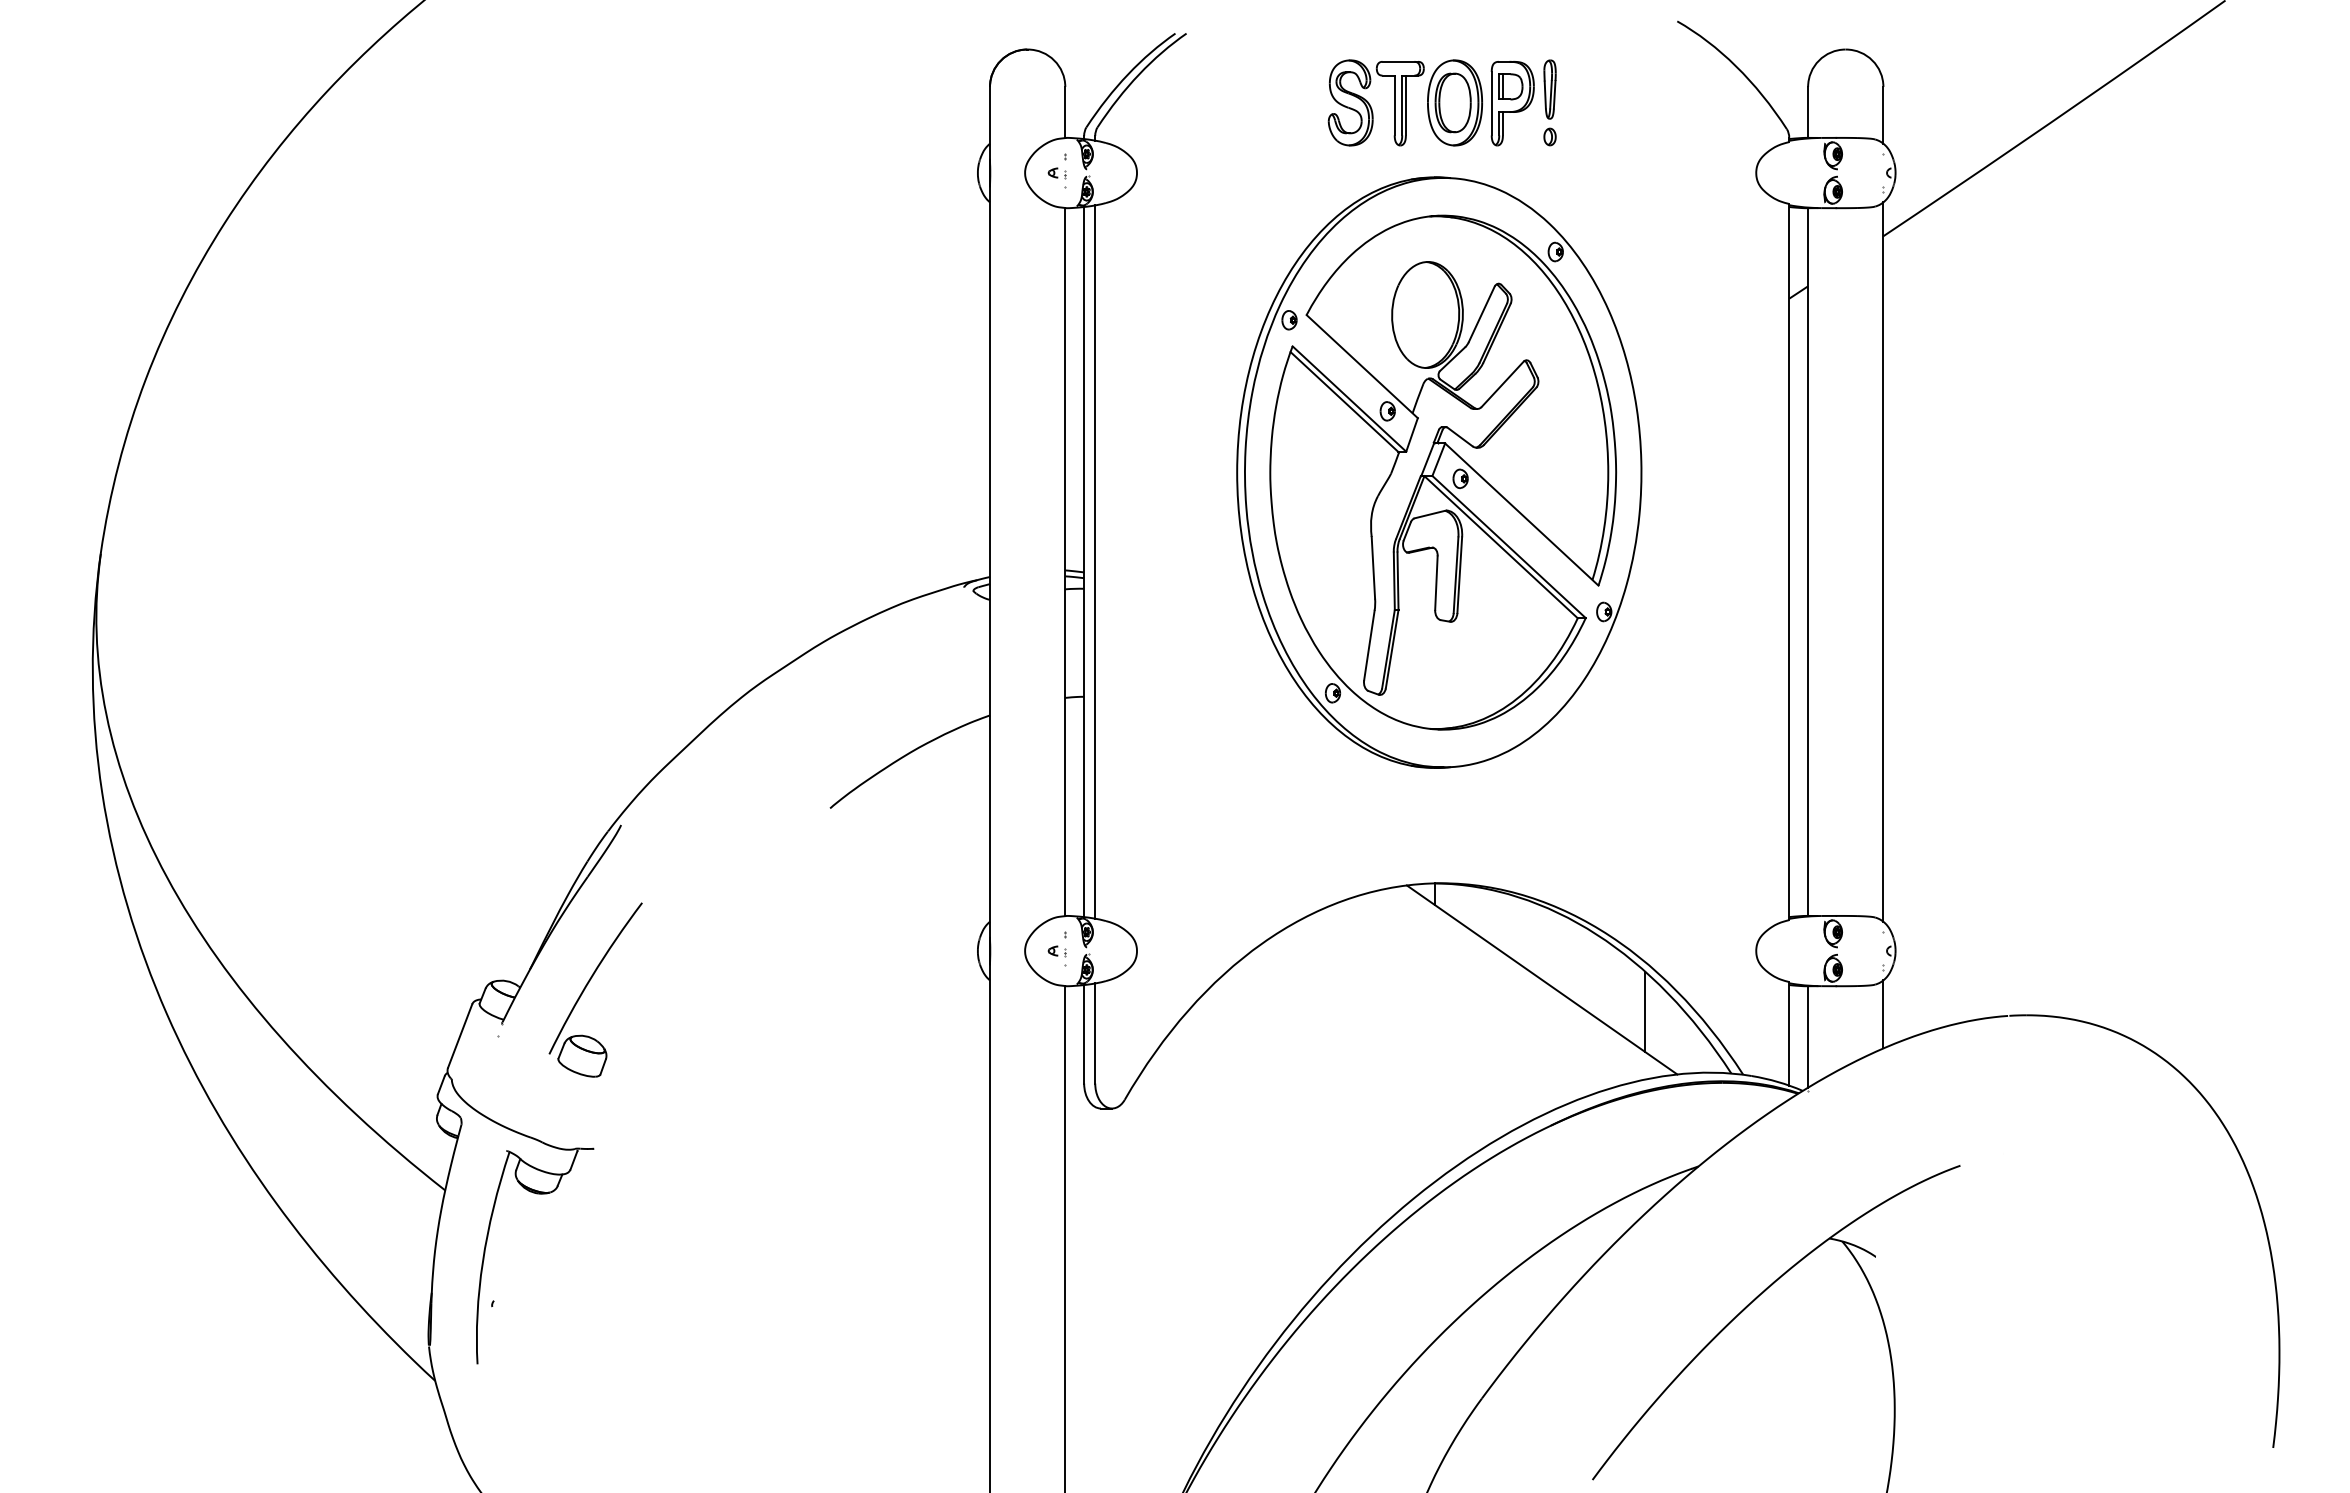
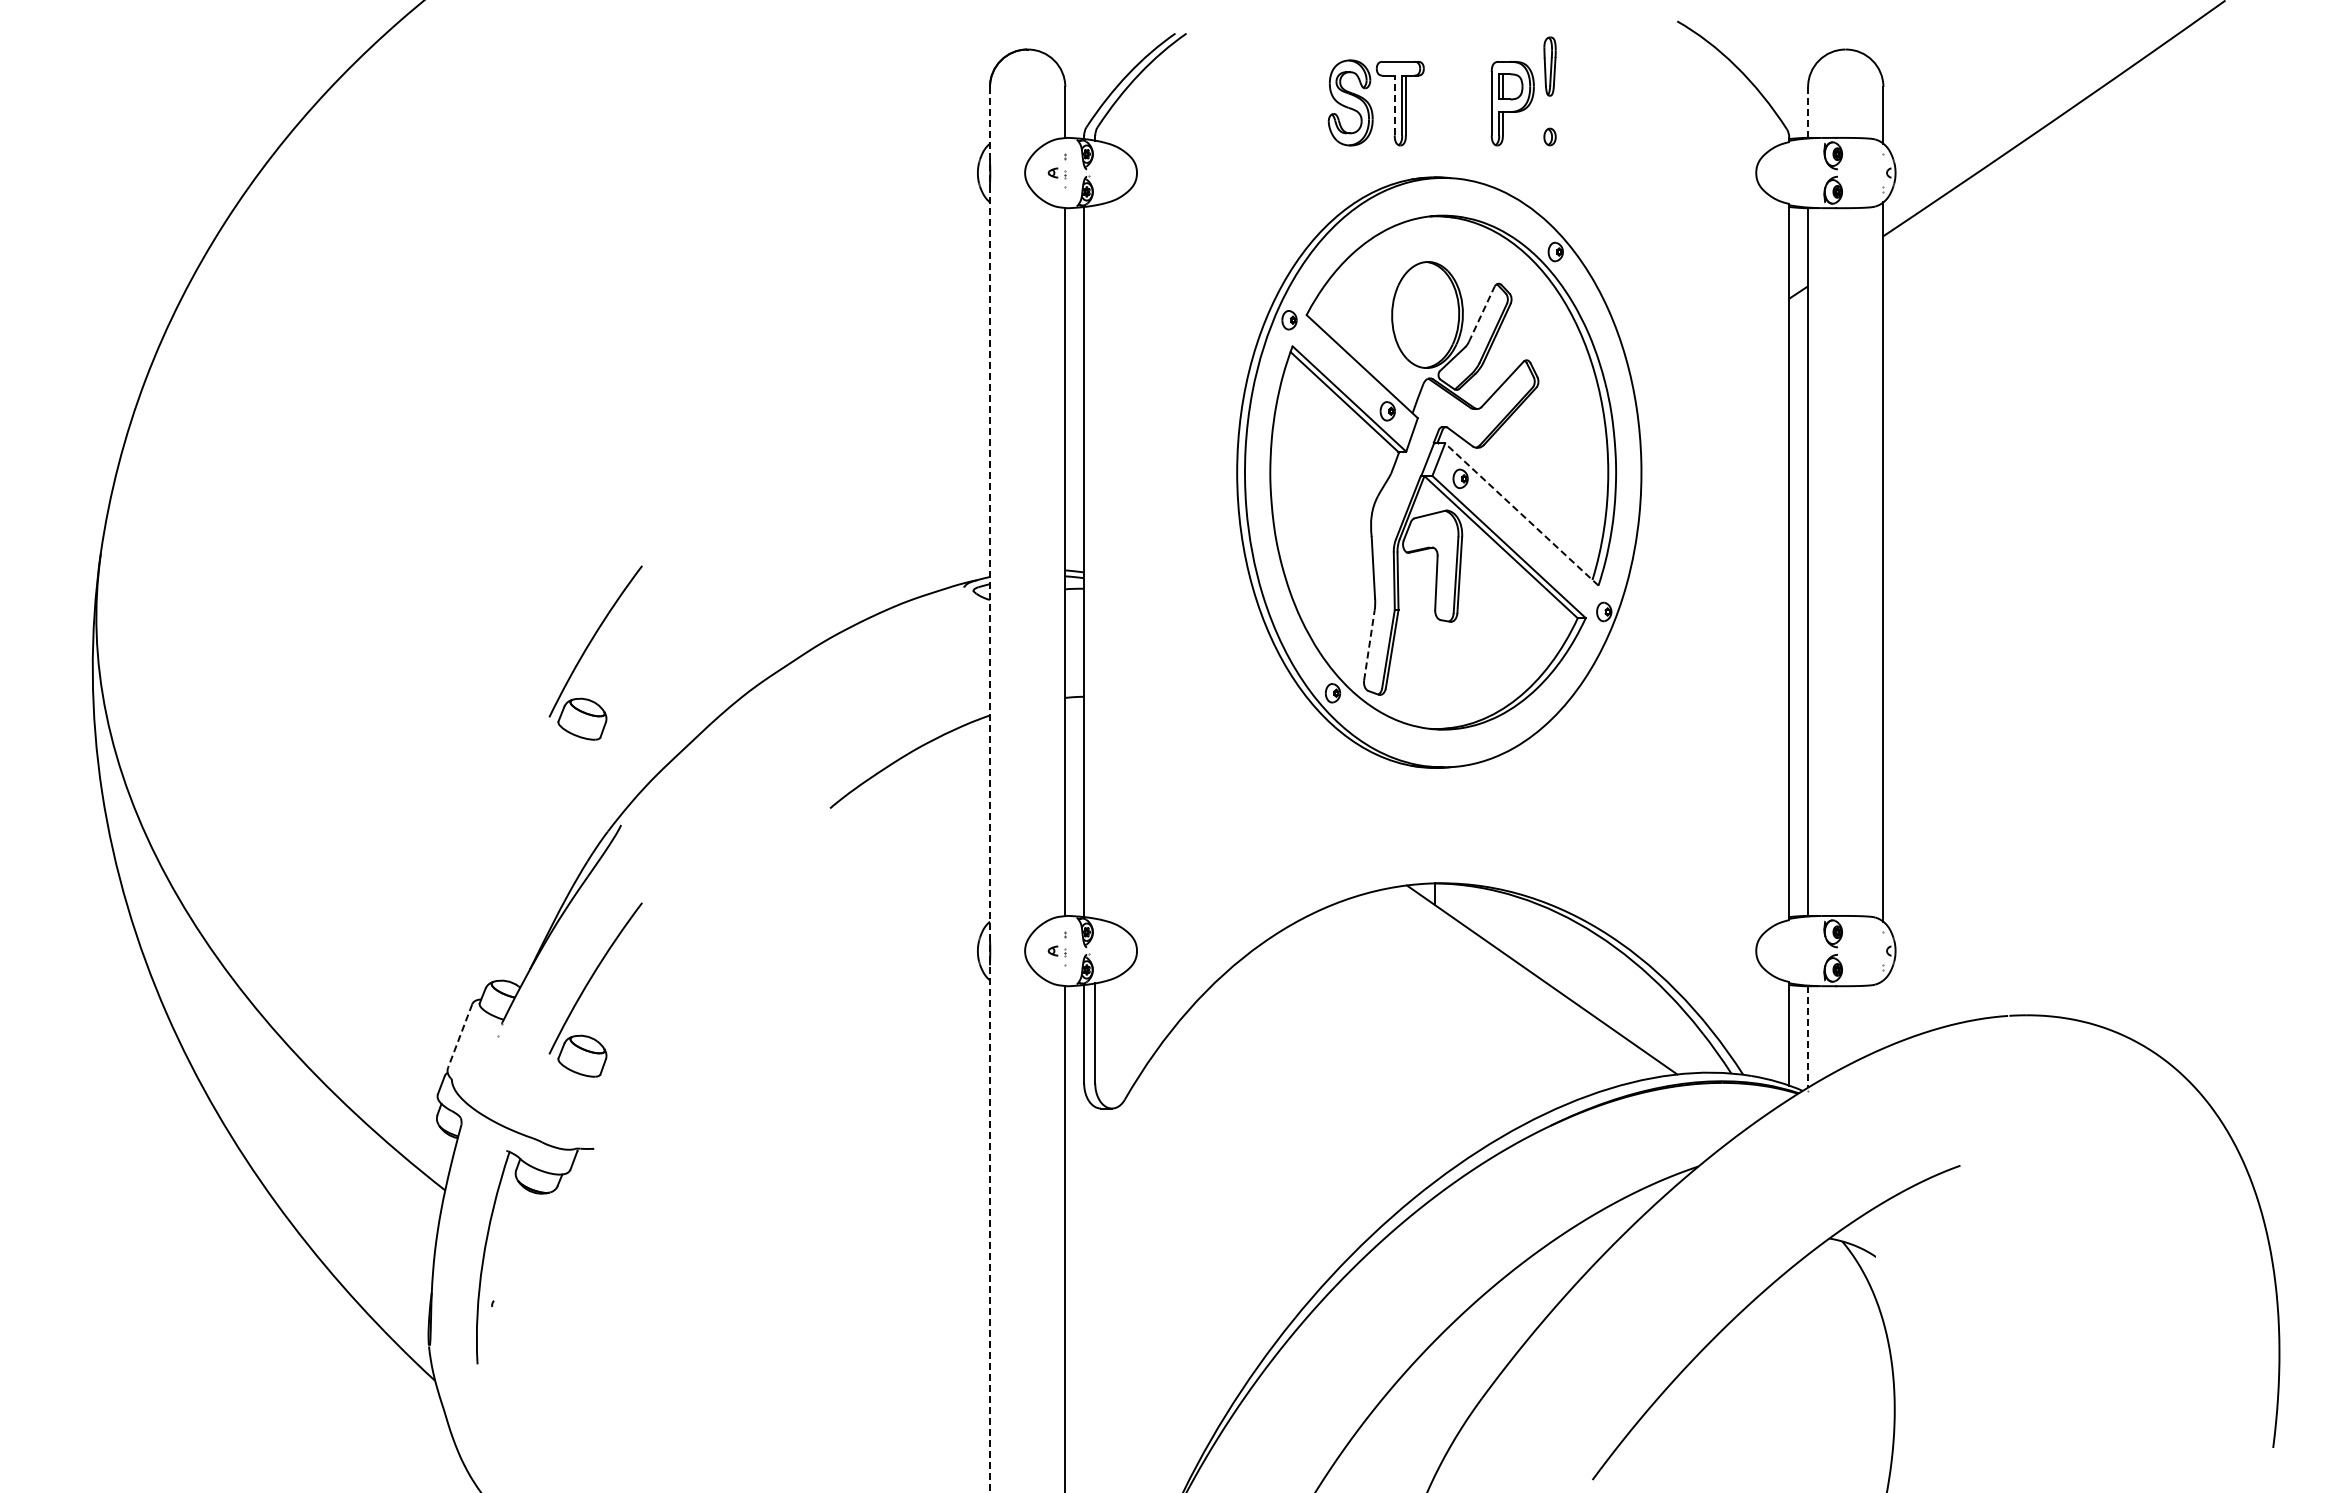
part at (1549, 89) position: (1549, 89) -> (1549, 66)
part at (1454, 102): present -> none
line at (1394, 105): solid -> dashed
line at (1808, 112): solid -> dashed
line at (1481, 314): solid -> dashed
line at (1521, 514): solid -> dashed
line at (1095, 561): present -> none
line at (1369, 645): solid -> dashed
part at (588, 647): none -> present
line at (990, 789): solid -> dashed
line at (1645, 1011): present -> none
line at (1883, 1014): present -> none
line at (460, 1036): solid -> dashed
line at (1808, 1036): solid -> dashed
